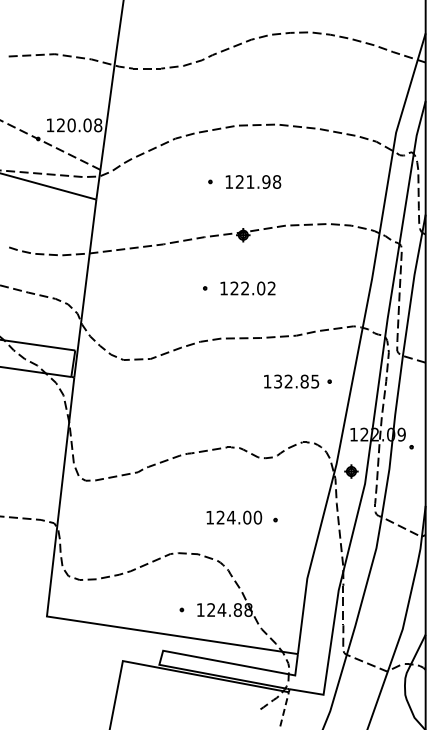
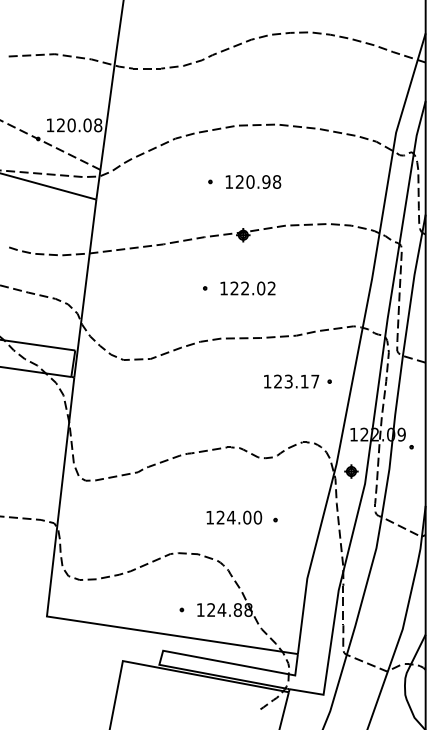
text at (250, 181): 121.98 -> 120.98
text at (296, 381): 132.85 -> 123.17
line at (284, 710): dashed -> solid
